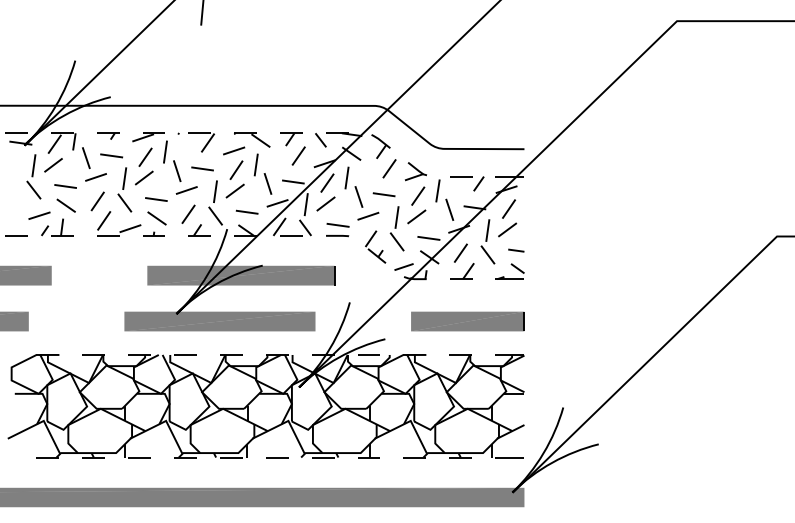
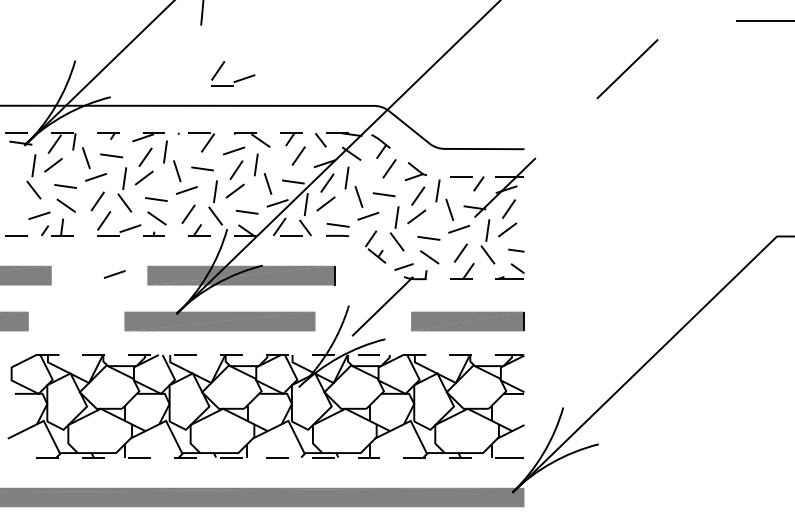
part at (235, 80): none -> present
line at (490, 201): solid -> dashed
line at (114, 274): none -> present
